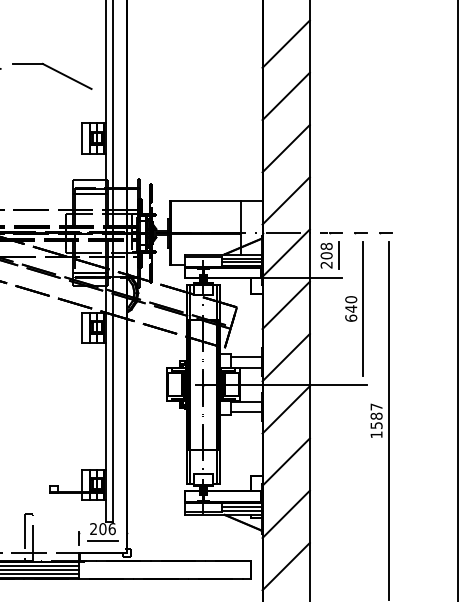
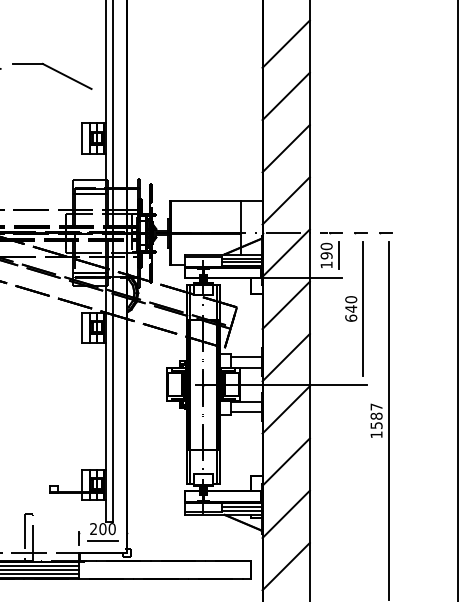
text at (326, 255): 208 -> 190
text at (111, 528): 206 -> 200
